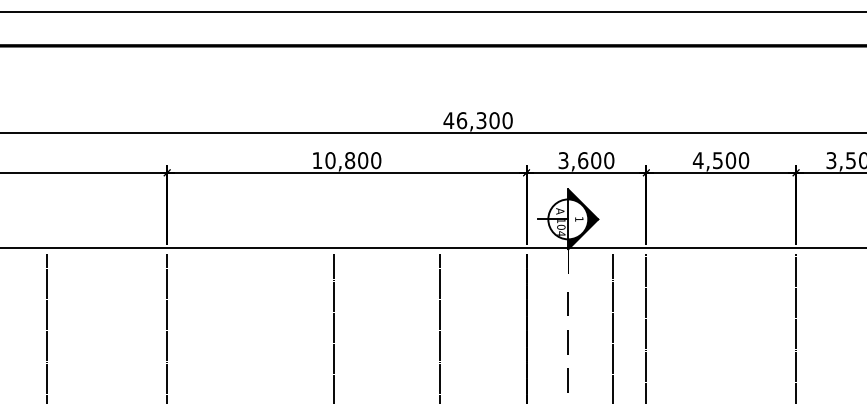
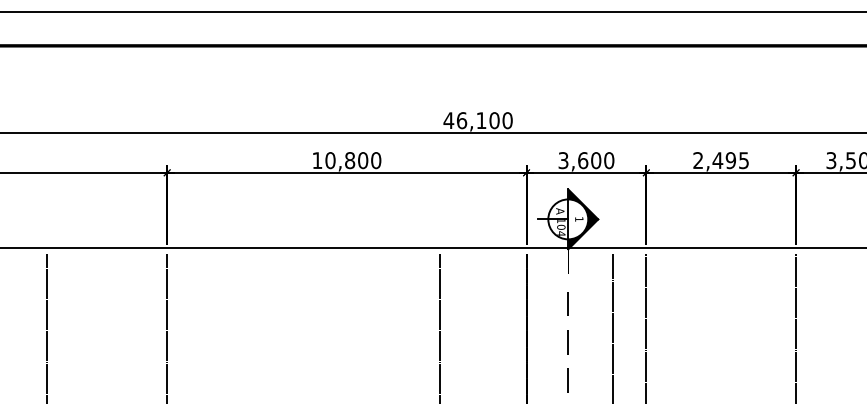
text at (481, 120): 46,300 -> 46,100
text at (720, 160): 4,500 -> 2,495
line at (333, 327): present -> none
